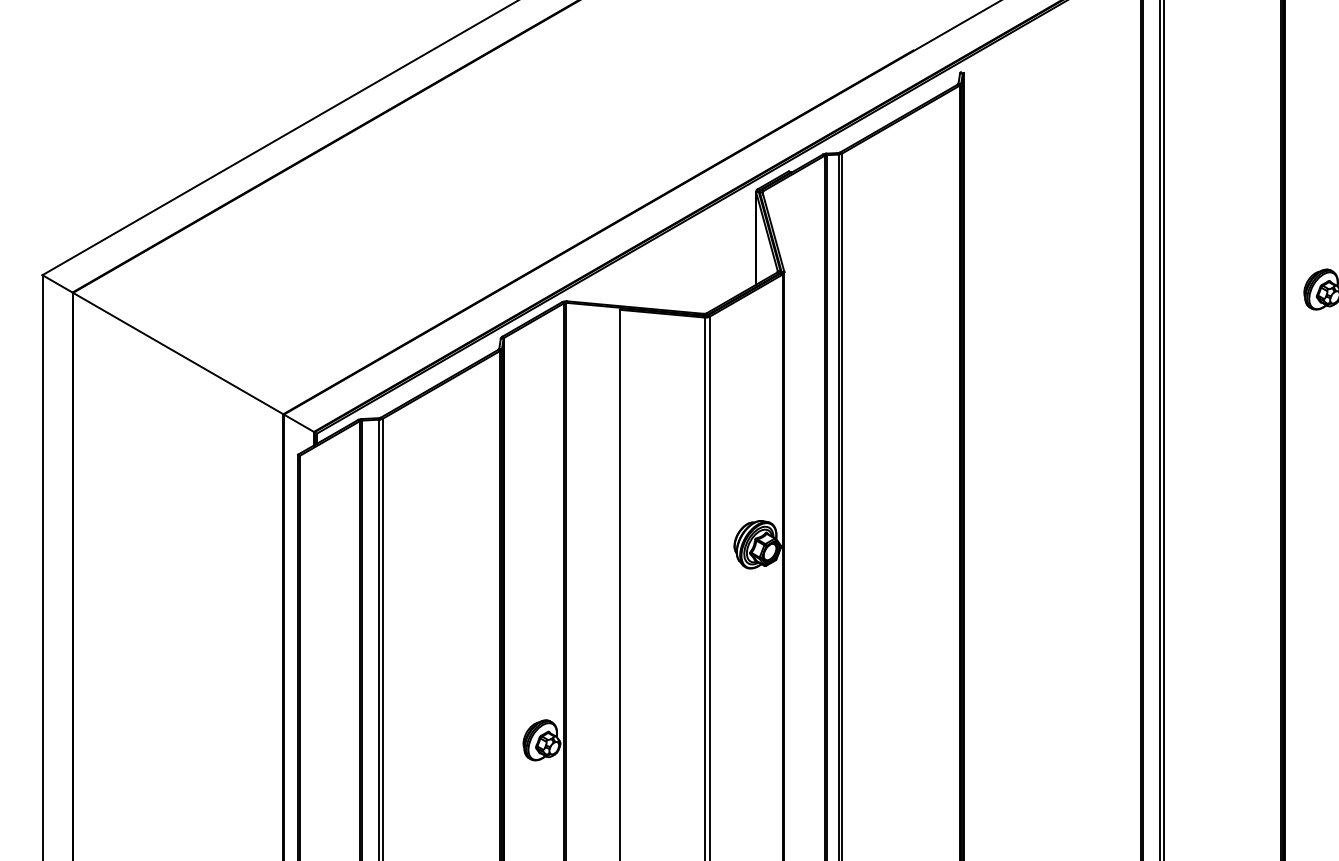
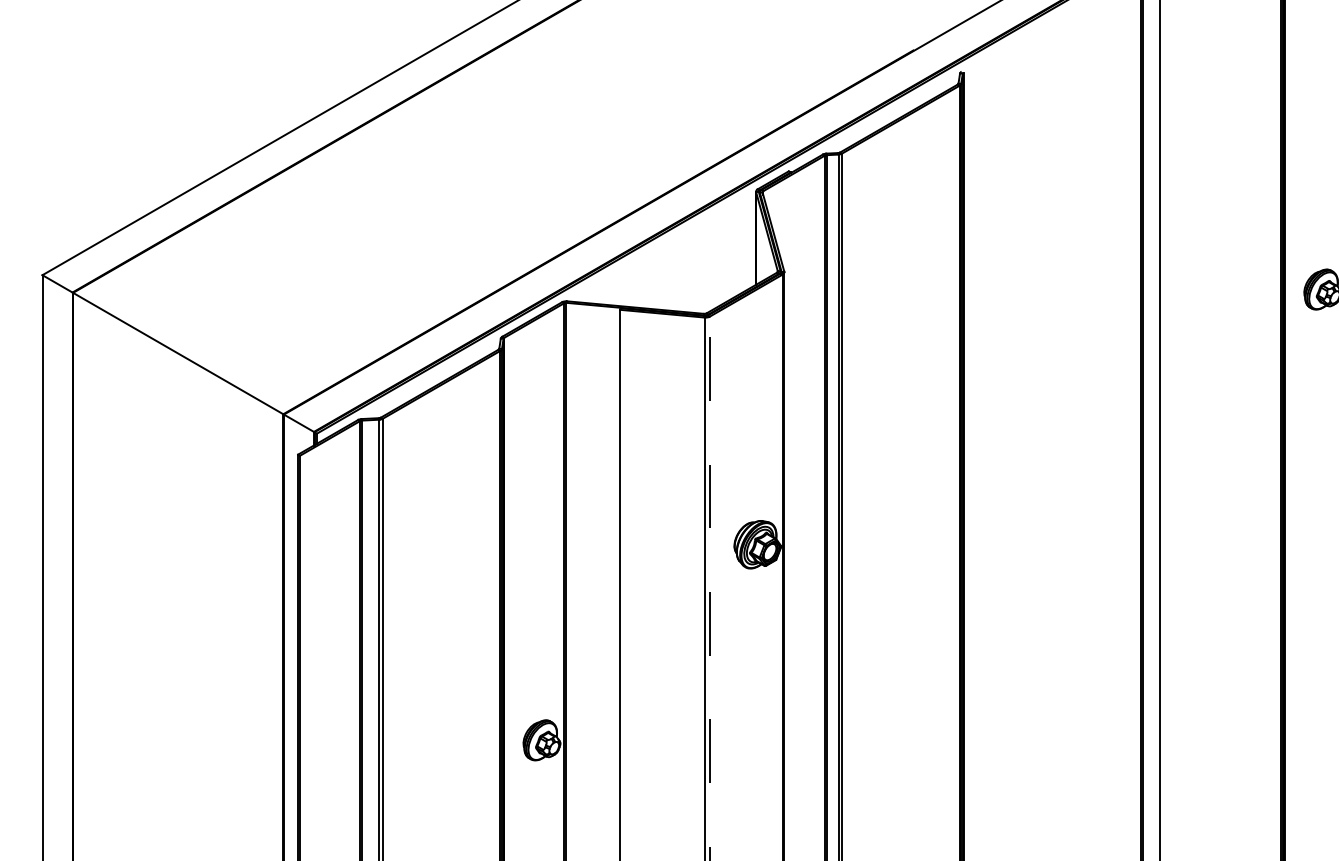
line at (1163, 429): present -> none
line at (709, 588): solid -> dashed
